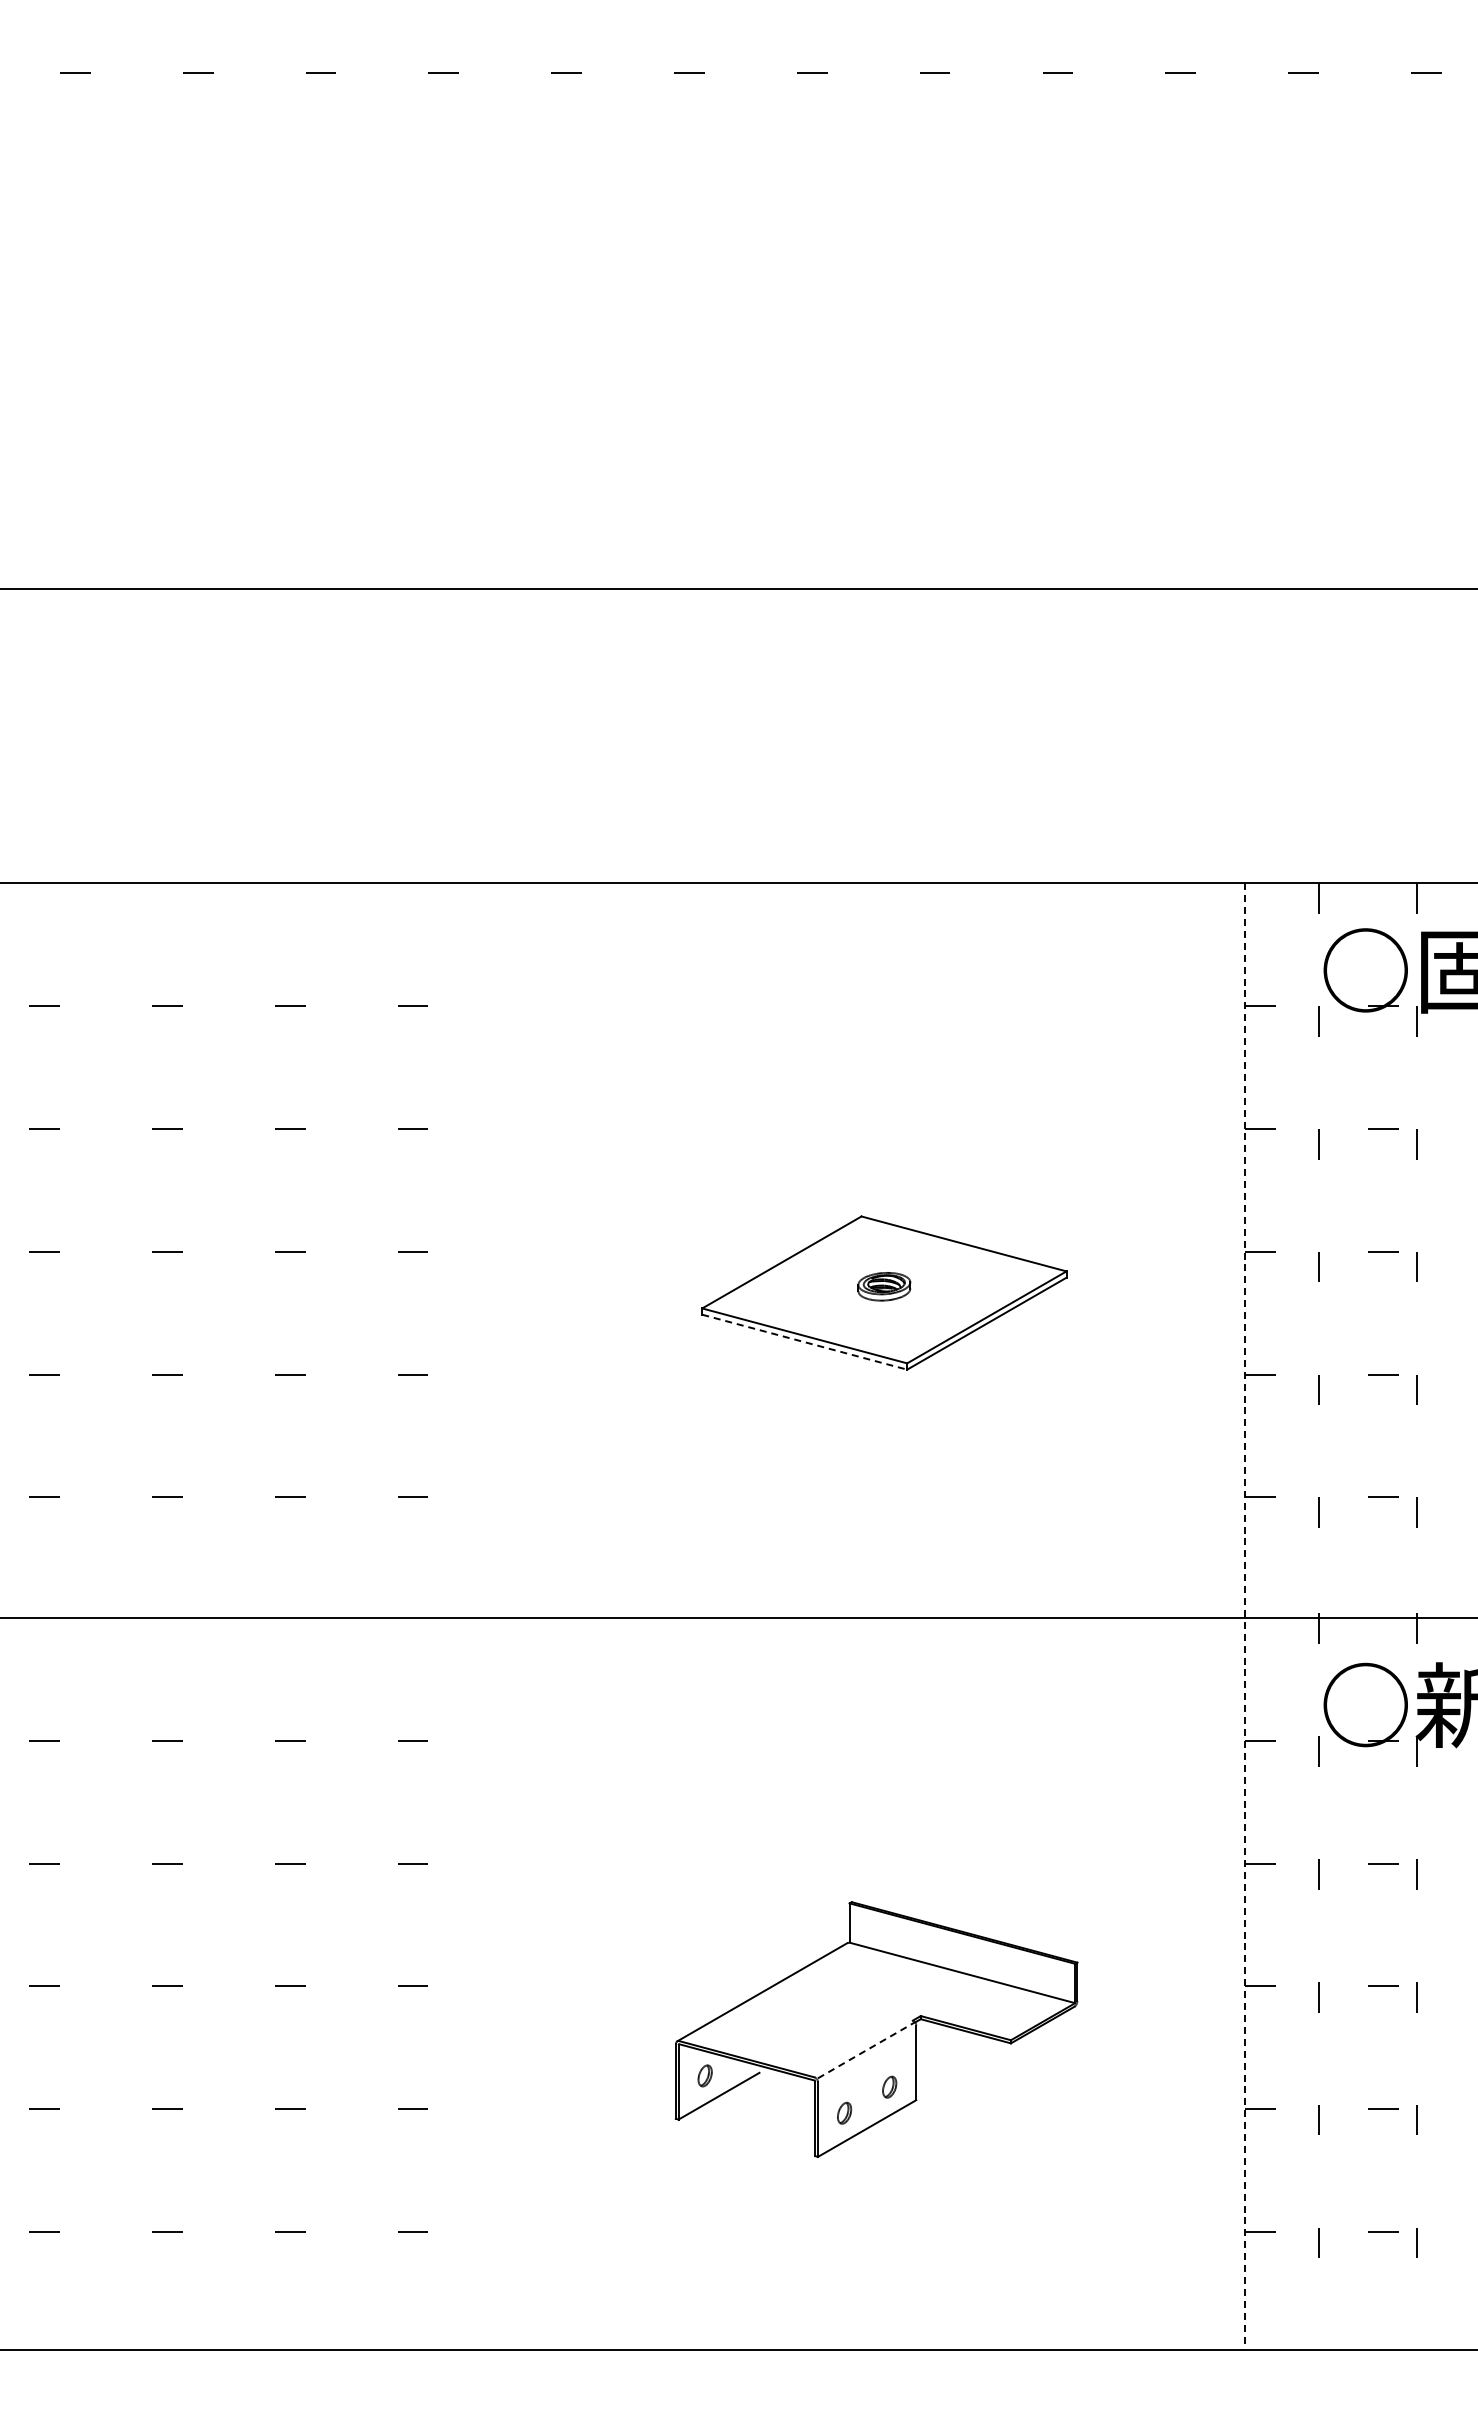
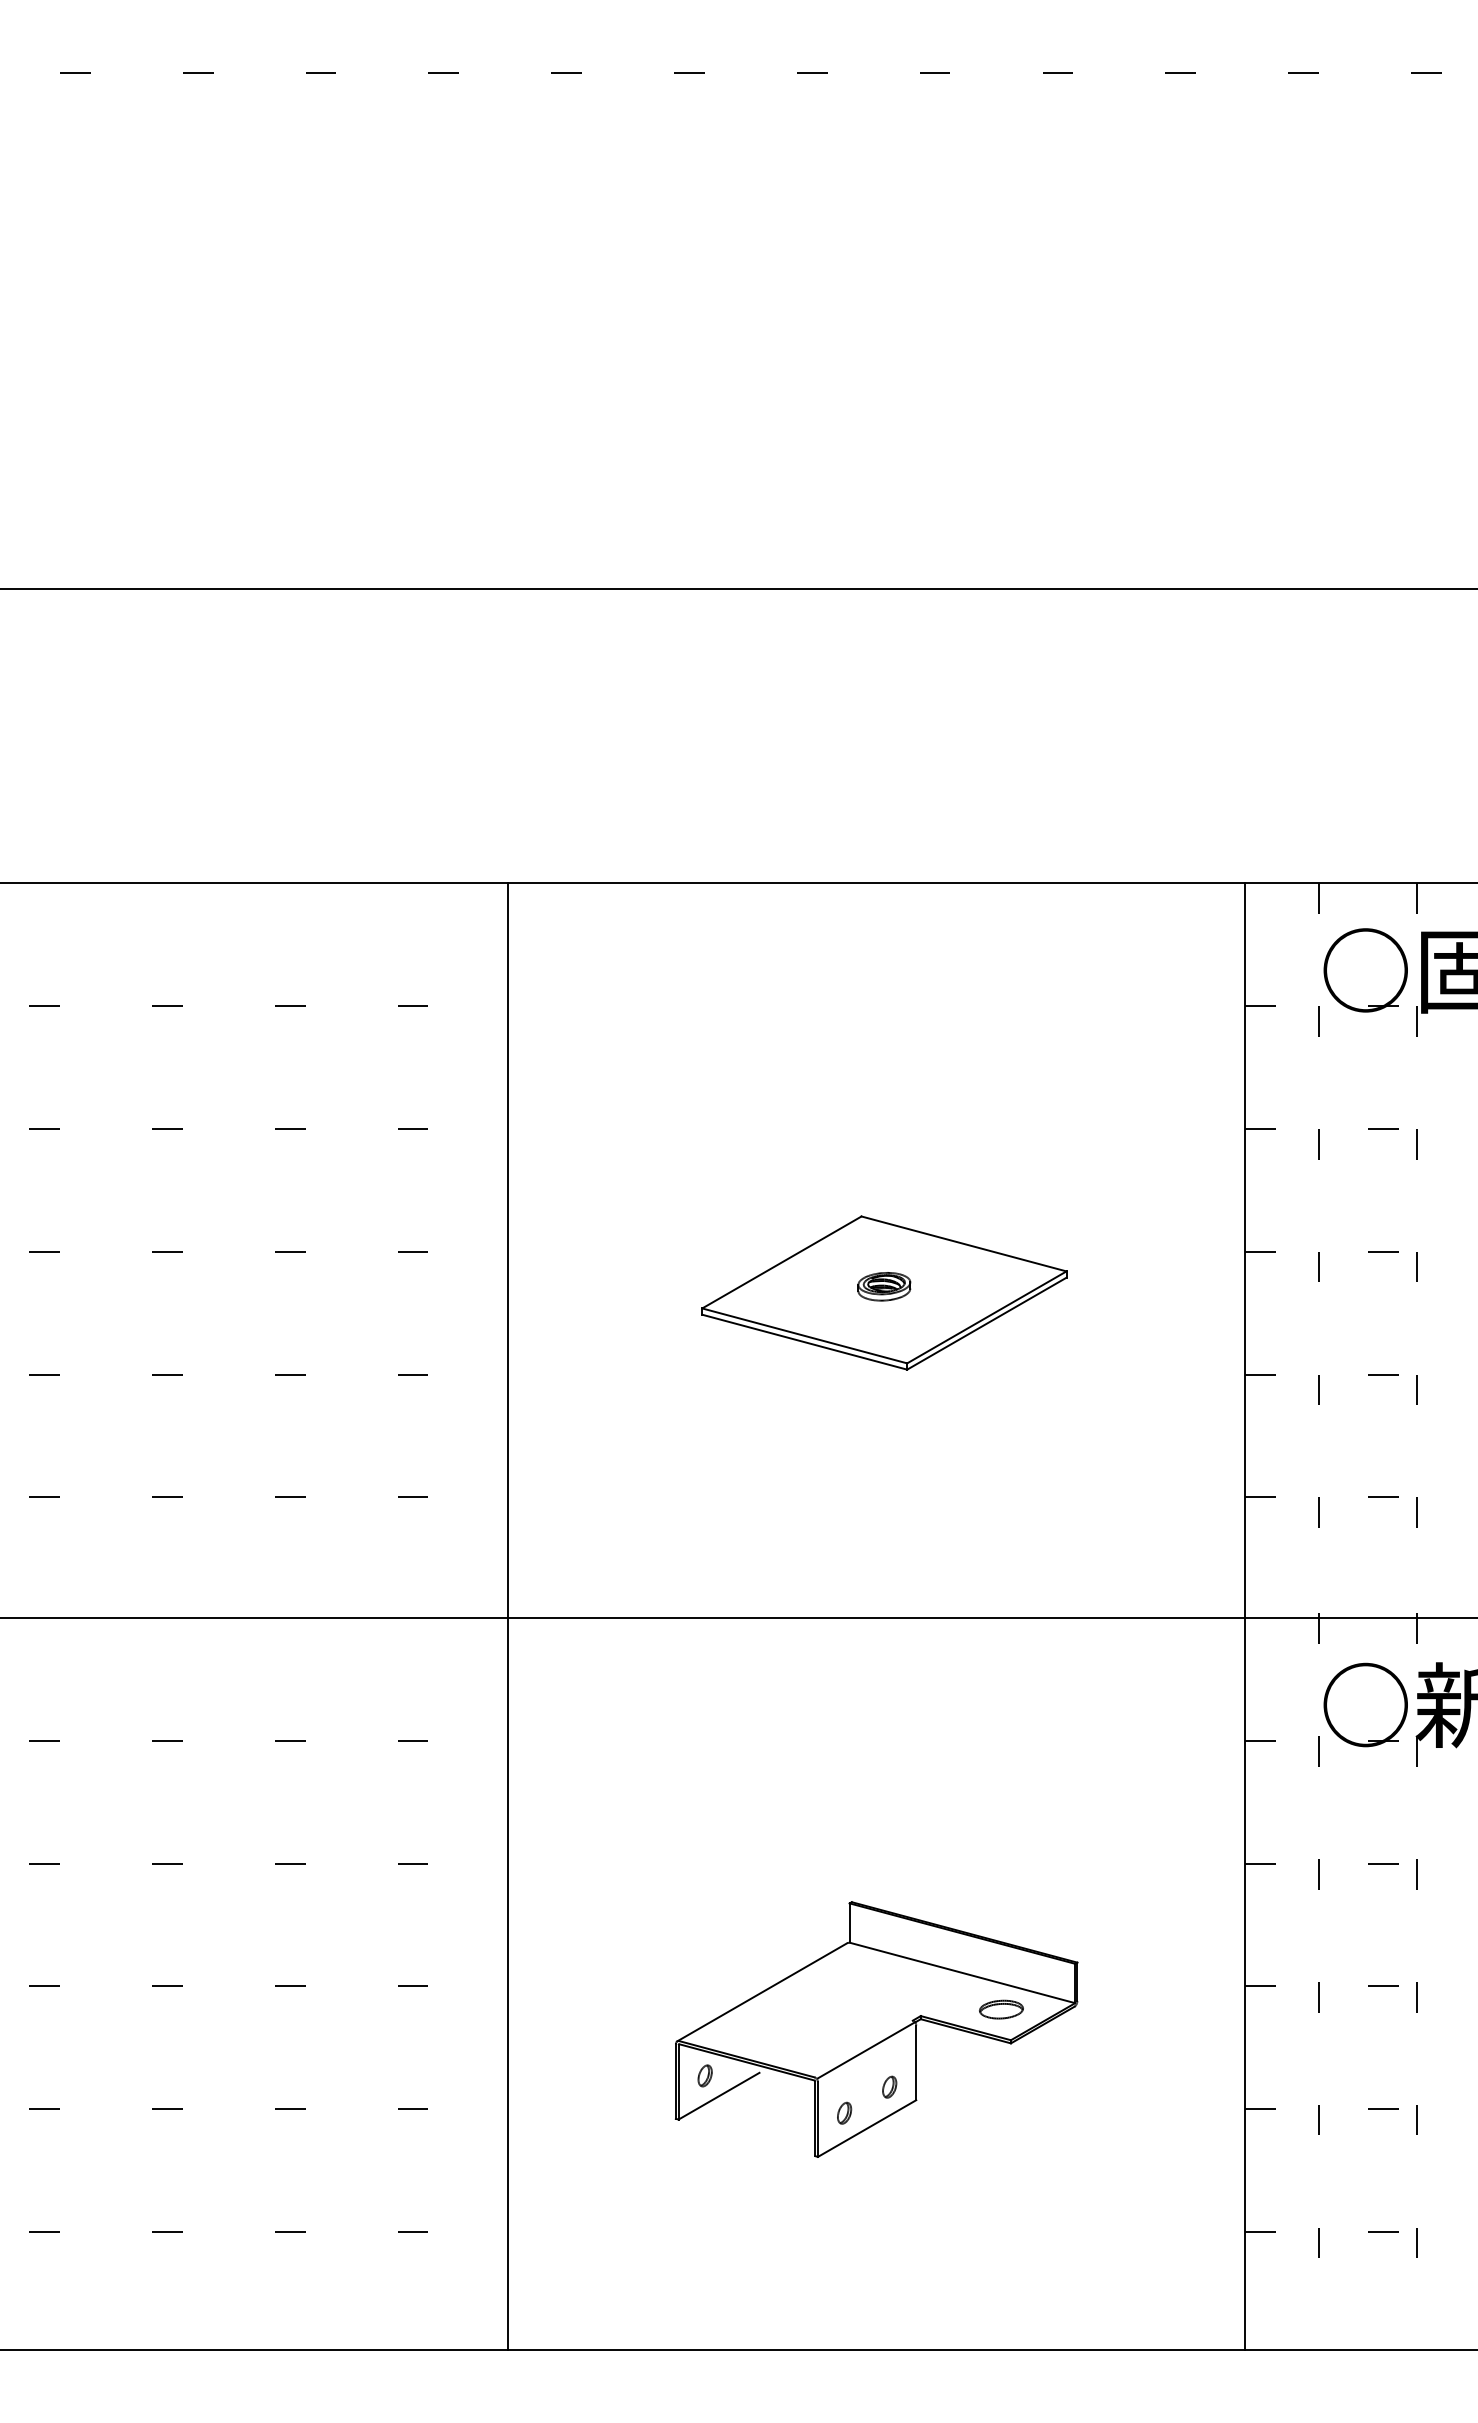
line at (805, 1342): dashed -> solid
line at (508, 1616): none -> present
line at (1245, 1616): dashed -> solid
part at (1001, 2009): none -> present
line at (866, 2050): dashed -> solid
